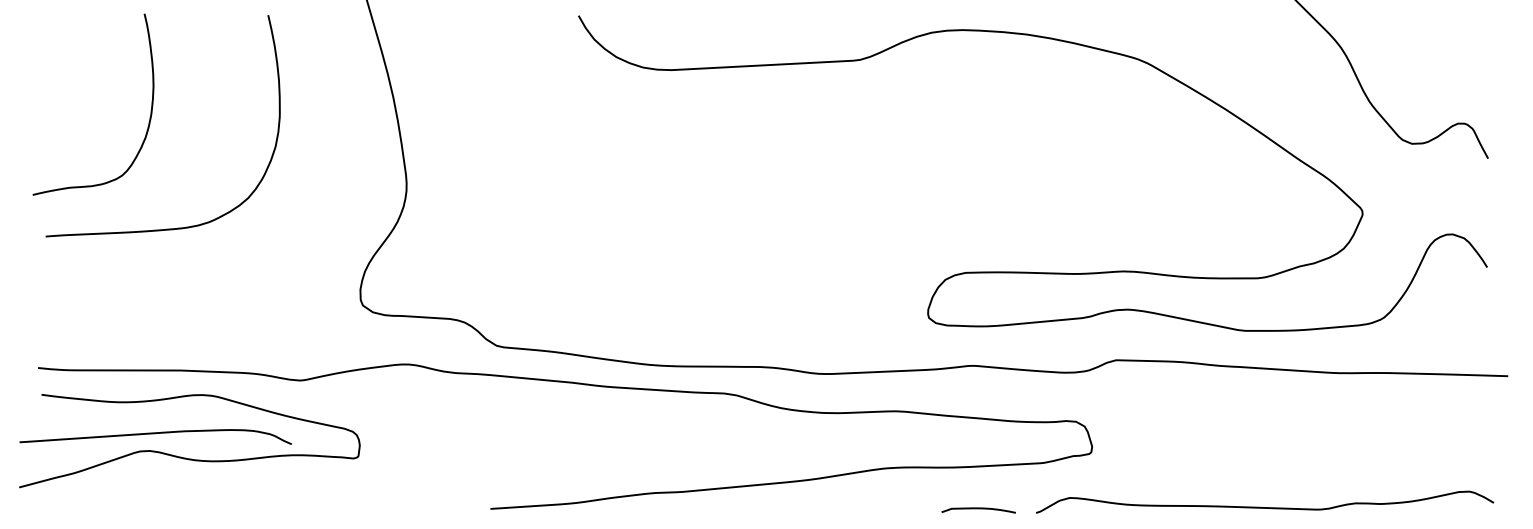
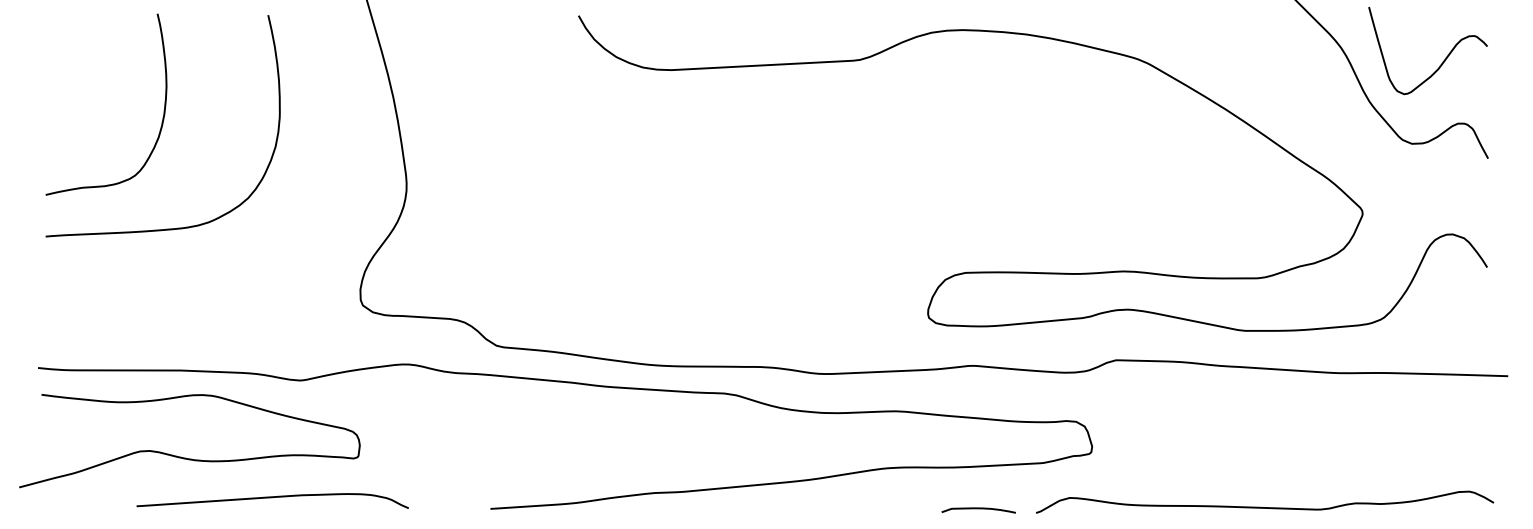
curve at (1442, 61): none -> present
curve at (150, 110) position: (150, 110) -> (163, 110)
curve at (155, 434) position: (155, 434) -> (272, 498)
